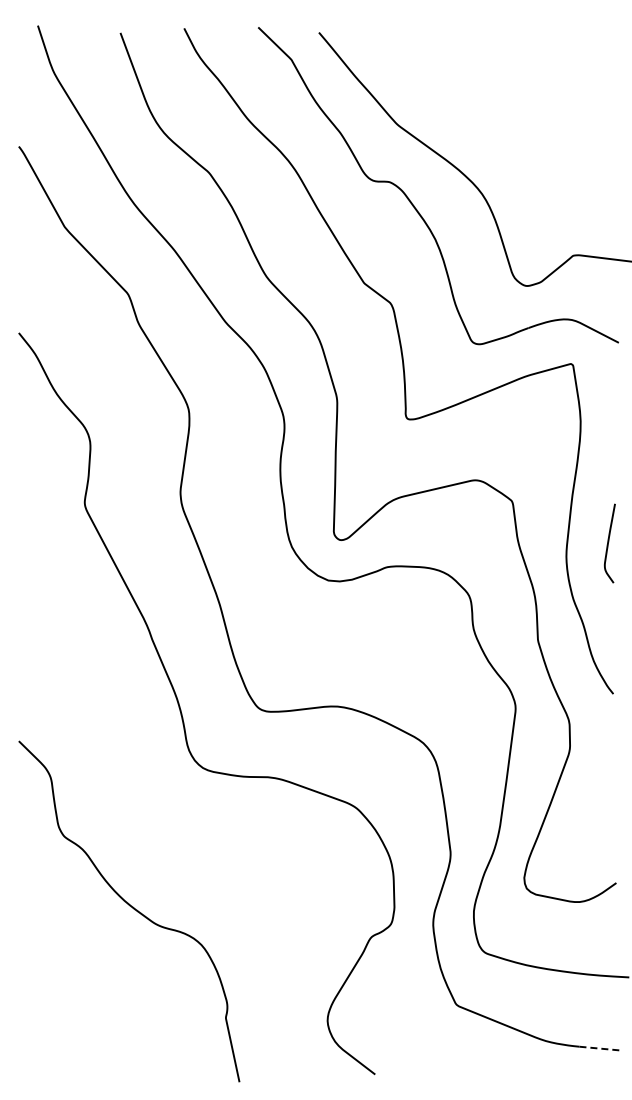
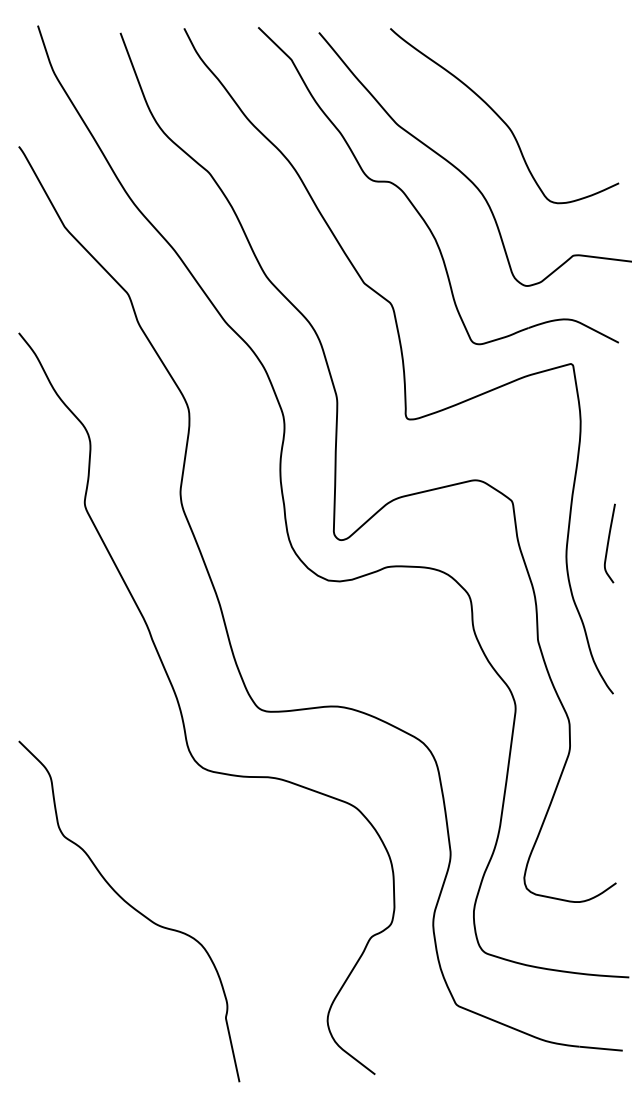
curve at (502, 118): none -> present
line at (601, 1048): dashed -> solid
